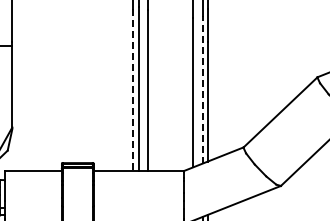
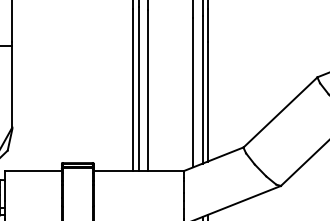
line at (202, 89): dashed -> solid
line at (133, 90): dashed -> solid
